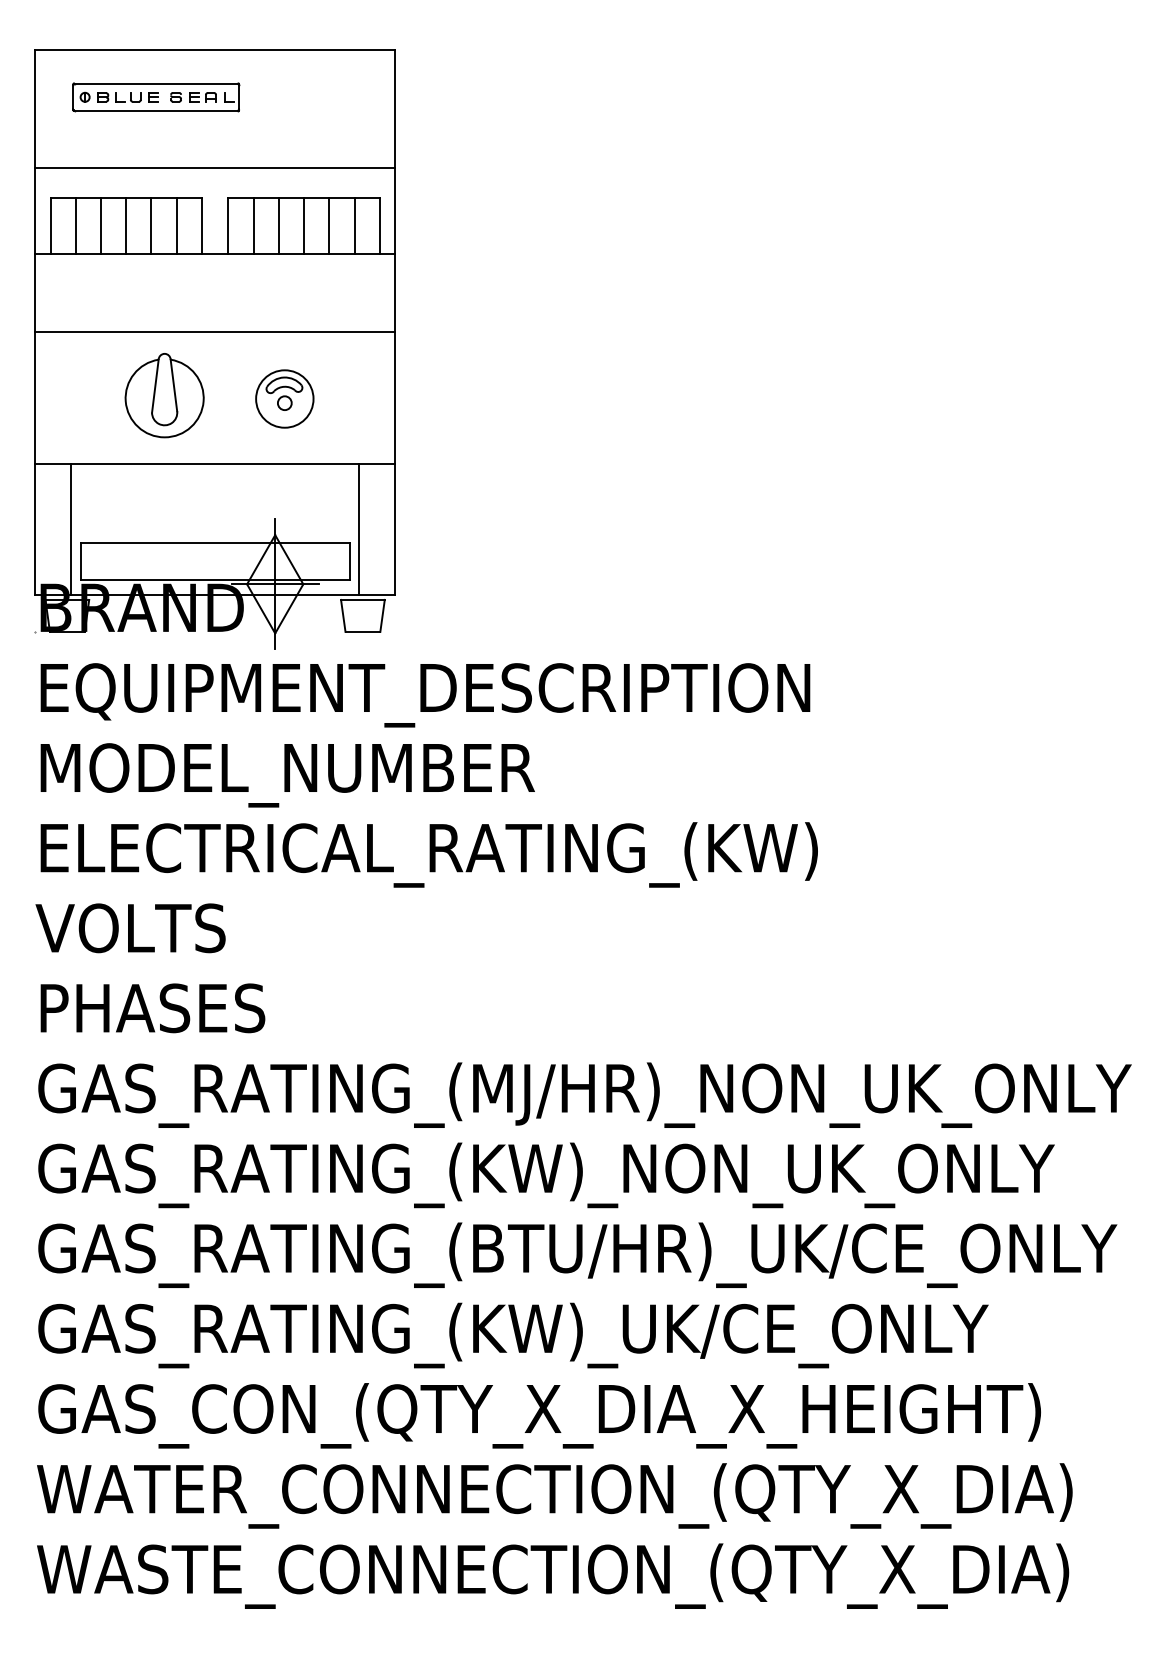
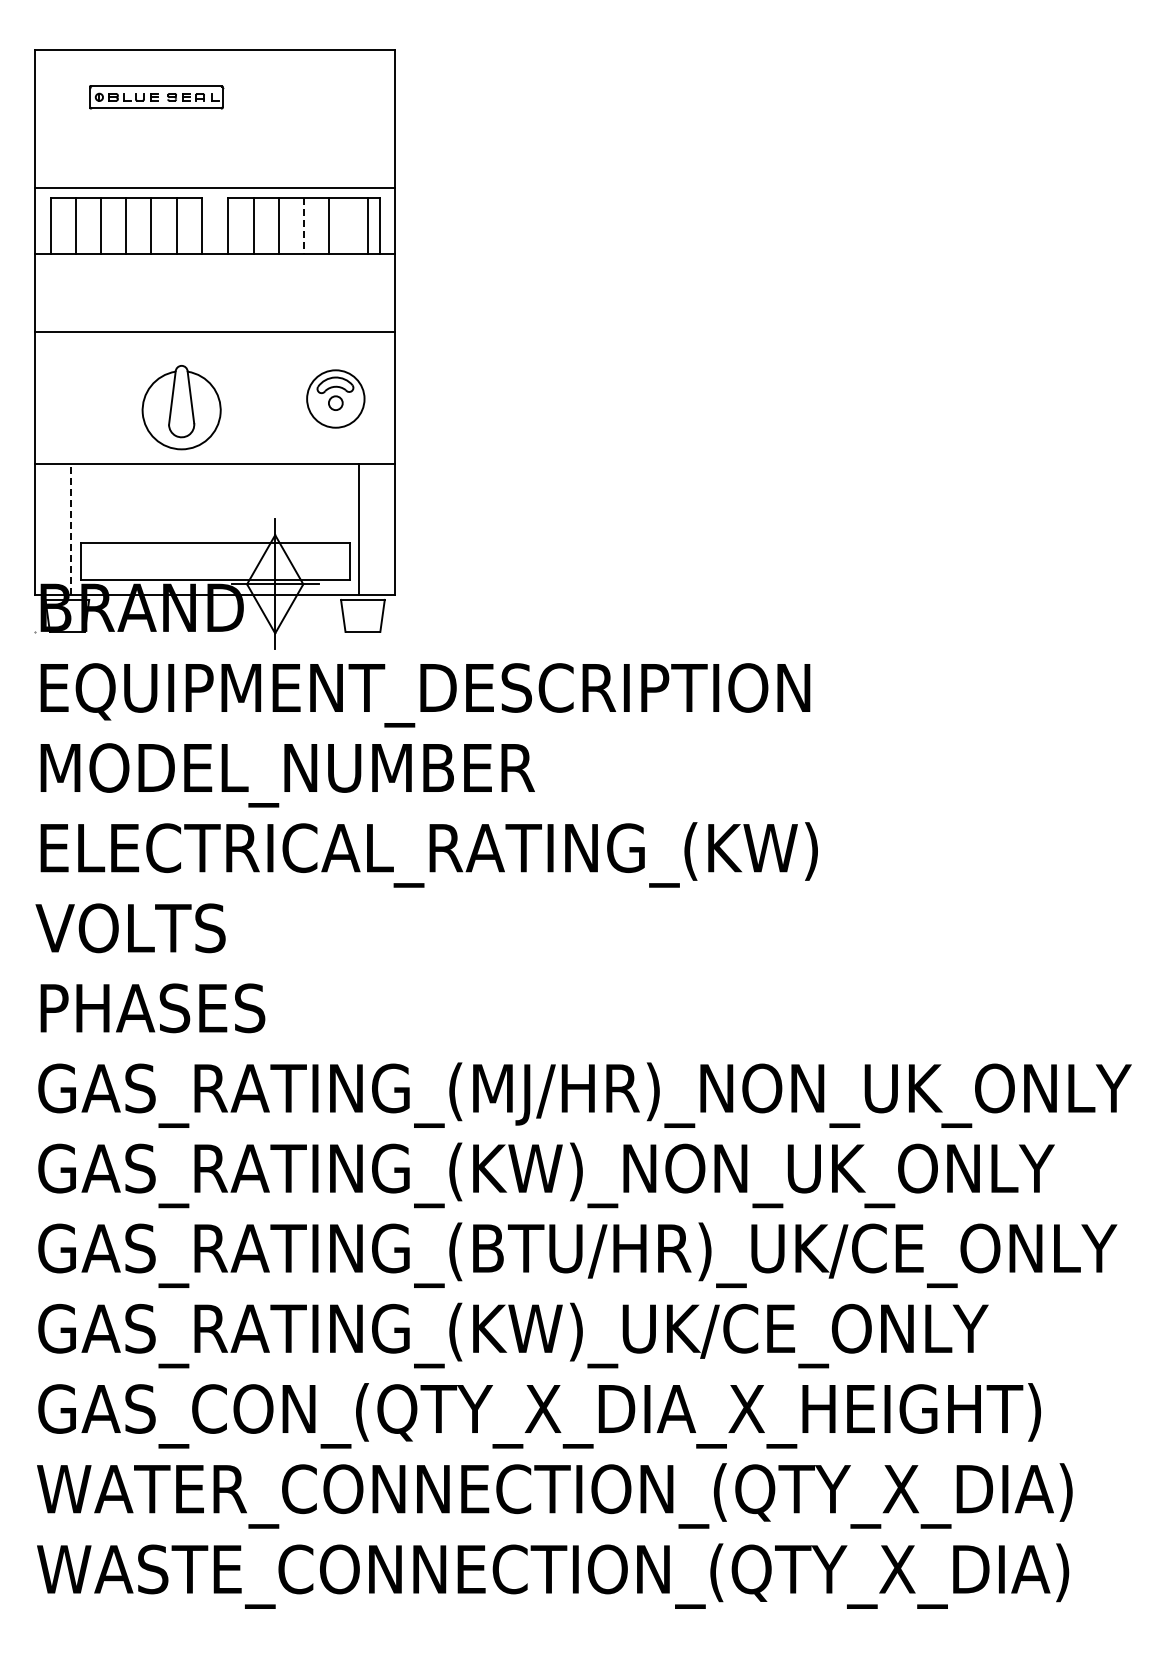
part at (156, 97) size: 169x31 px -> 136x25 px
line at (214, 168) position: (214, 168) -> (214, 188)
line at (304, 225): solid -> dashed
line at (354, 225) position: (354, 225) -> (367, 225)
part at (164, 395) position: (164, 395) -> (181, 407)
part at (284, 398) position: (284, 398) -> (335, 398)
line at (70, 529): solid -> dashed
